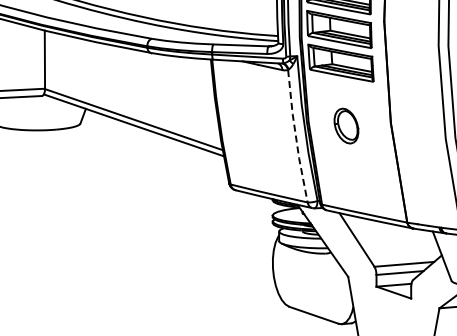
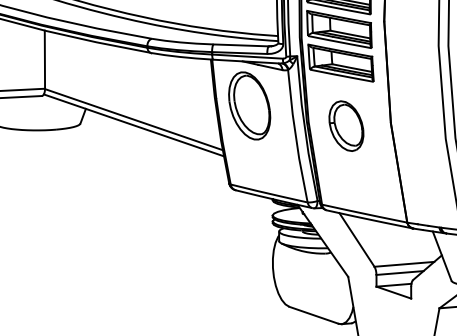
part at (249, 105): none -> present
part at (346, 125) size: 27x38 px -> 37x52 px
line at (296, 137): dashed -> solid
